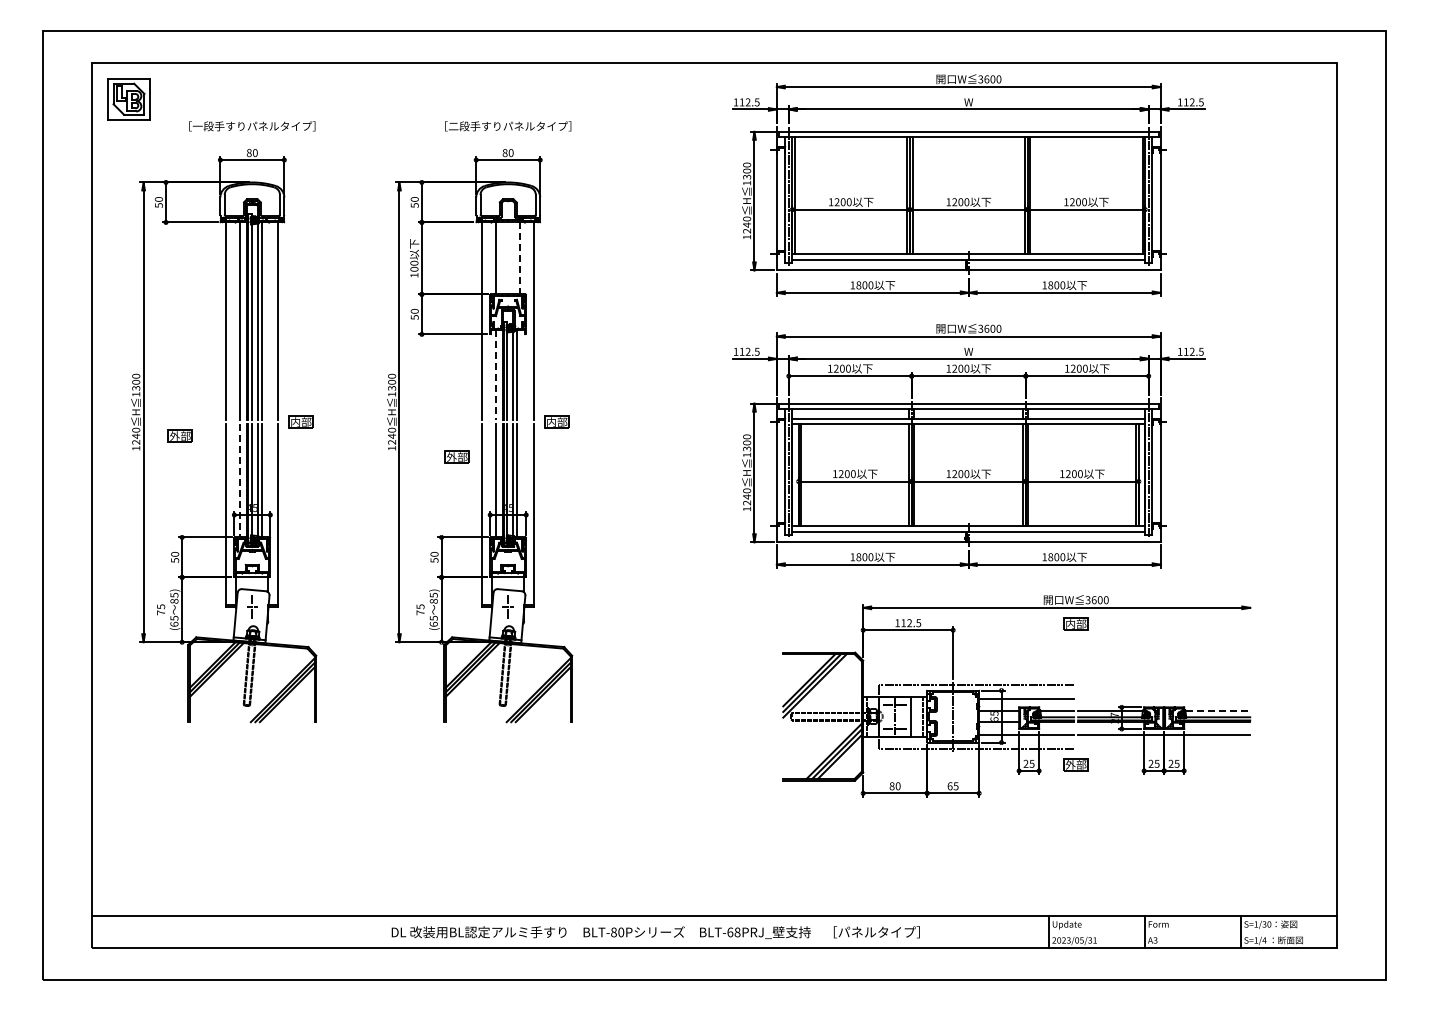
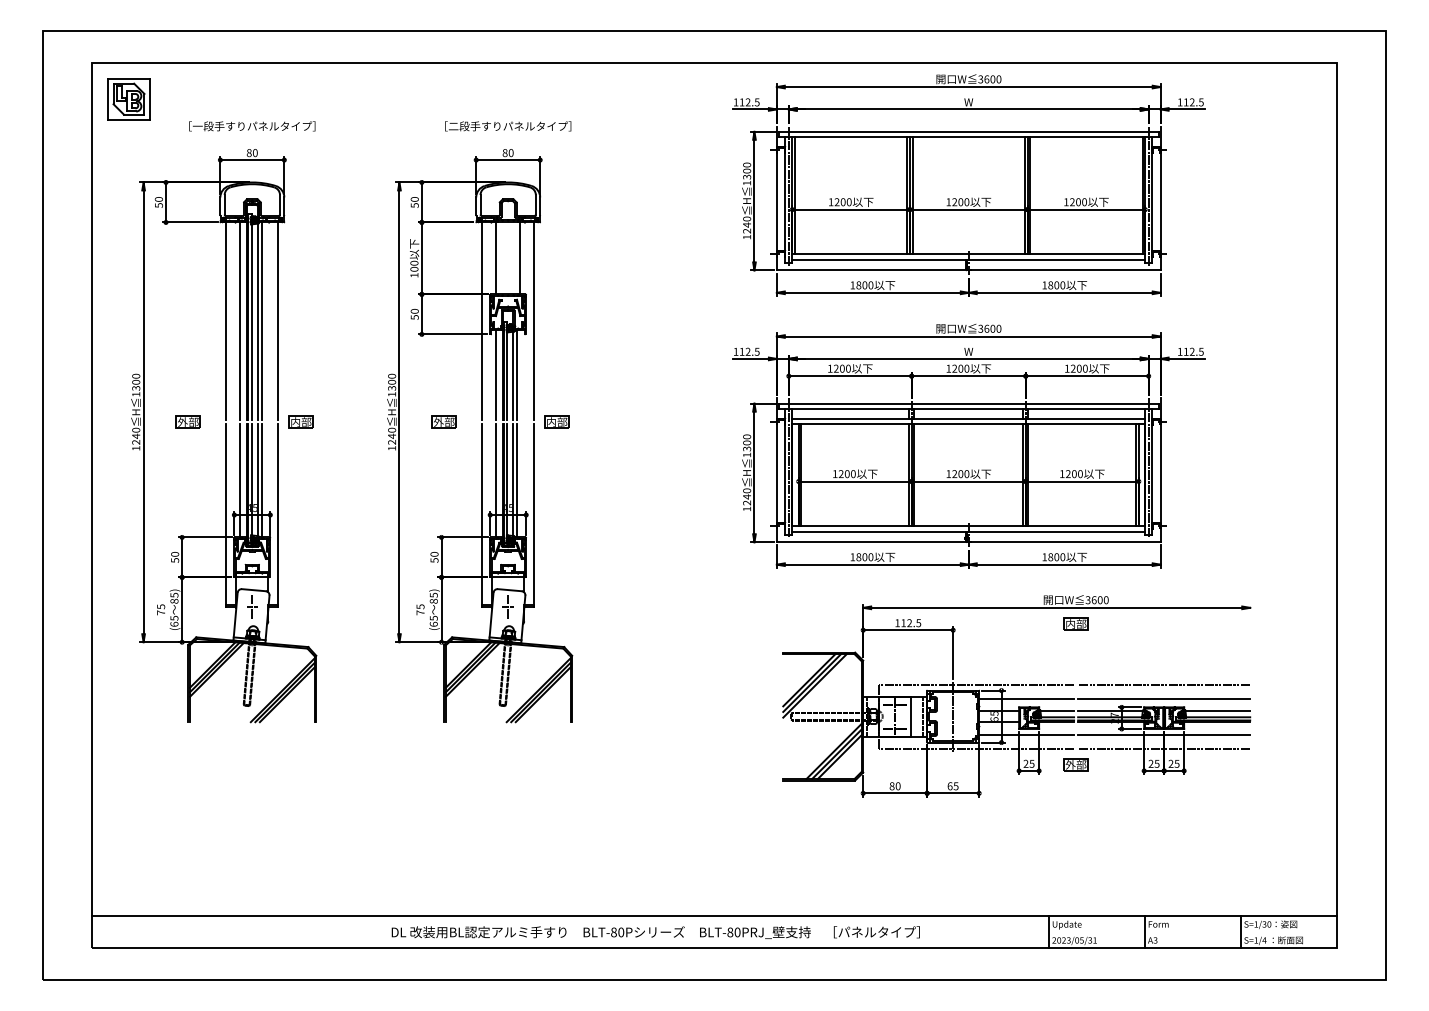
line at (520, 258): dashed -> solid
line at (495, 375): dashed -> solid
part at (179, 435) position: (179, 435) -> (187, 421)
part at (456, 456) position: (456, 456) -> (443, 421)
line at (239, 480): dashed -> solid
line at (1164, 684): none -> present
line at (1164, 698): none -> present
line at (1218, 711): dashed -> solid
line at (1164, 748): none -> present
text at (733, 932): BLT-68PRJ_ -> BLT-80PRJ_
